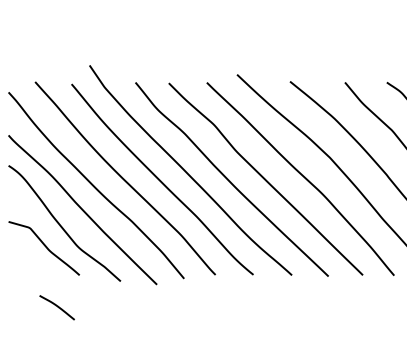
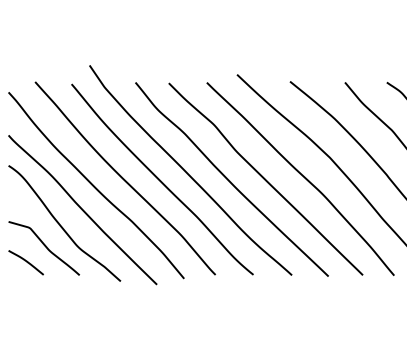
curve at (56, 306) position: (56, 306) -> (25, 261)
